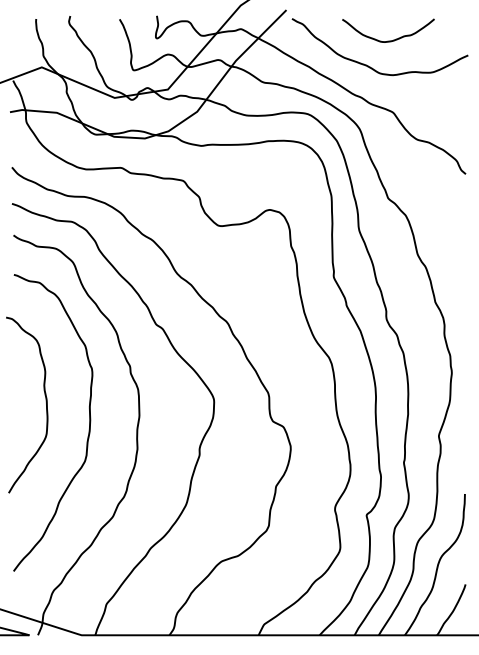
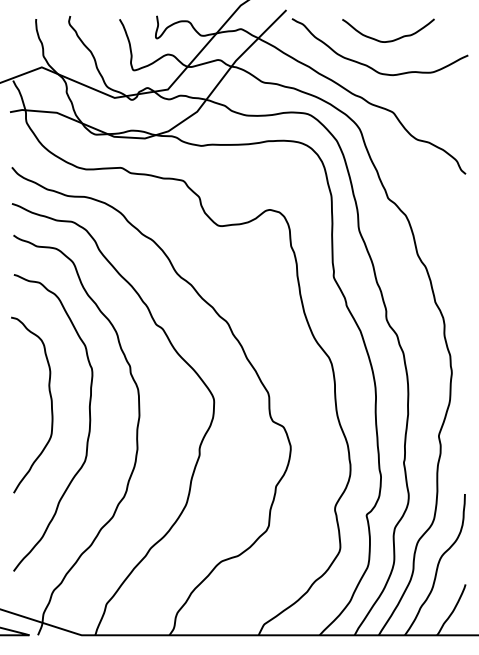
curve at (45, 401) position: (45, 401) -> (50, 401)
